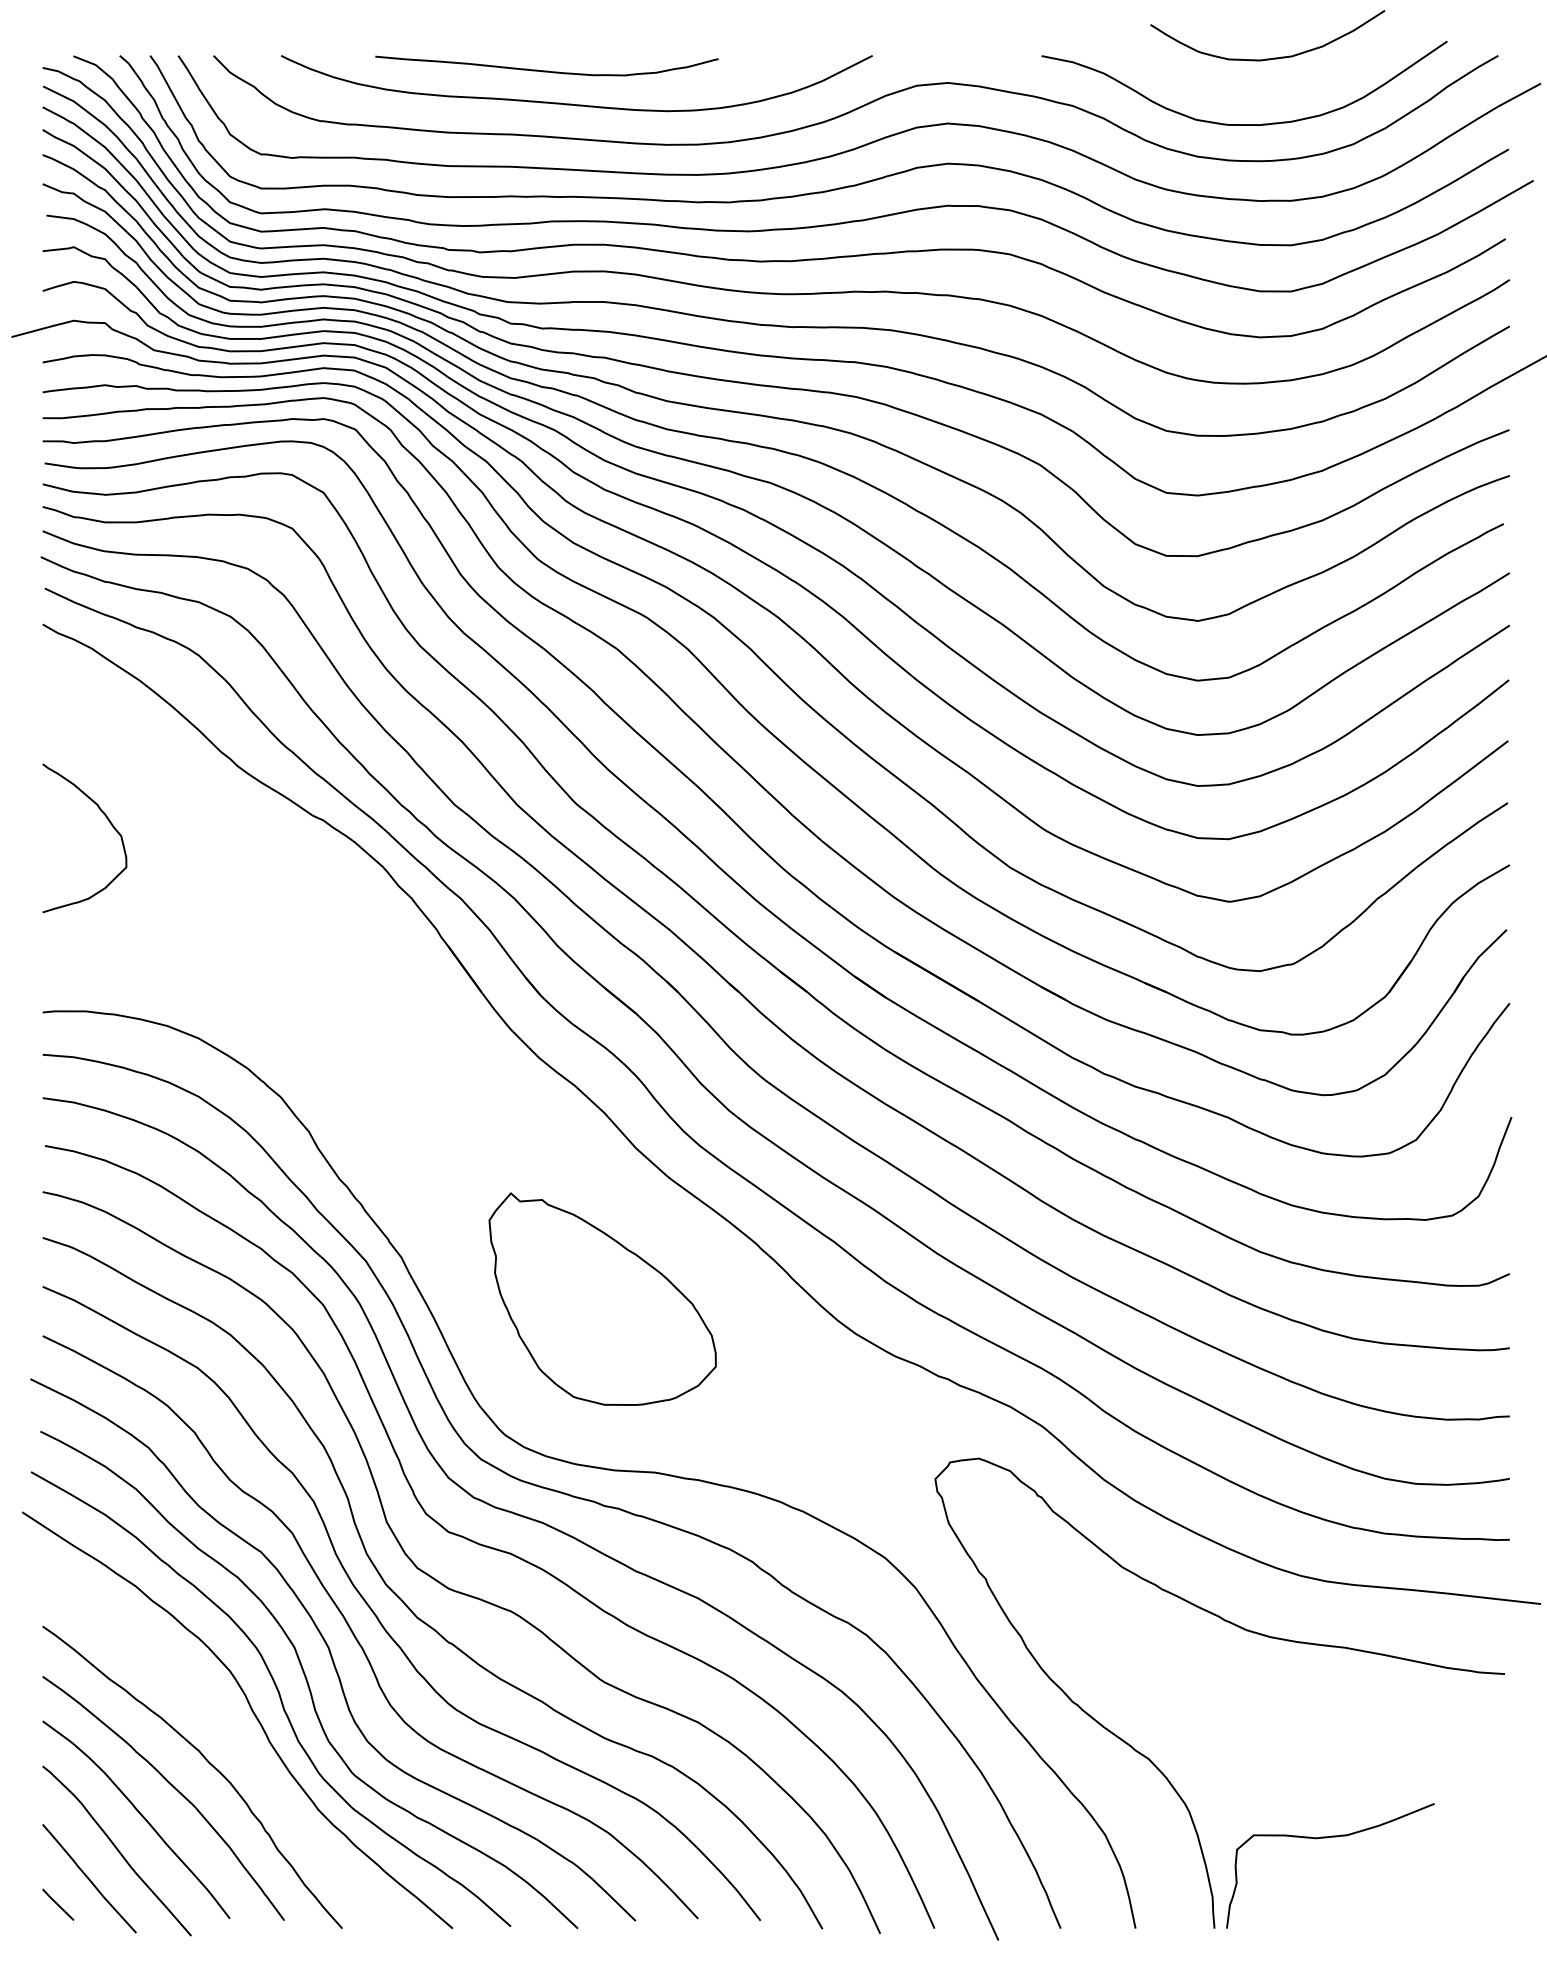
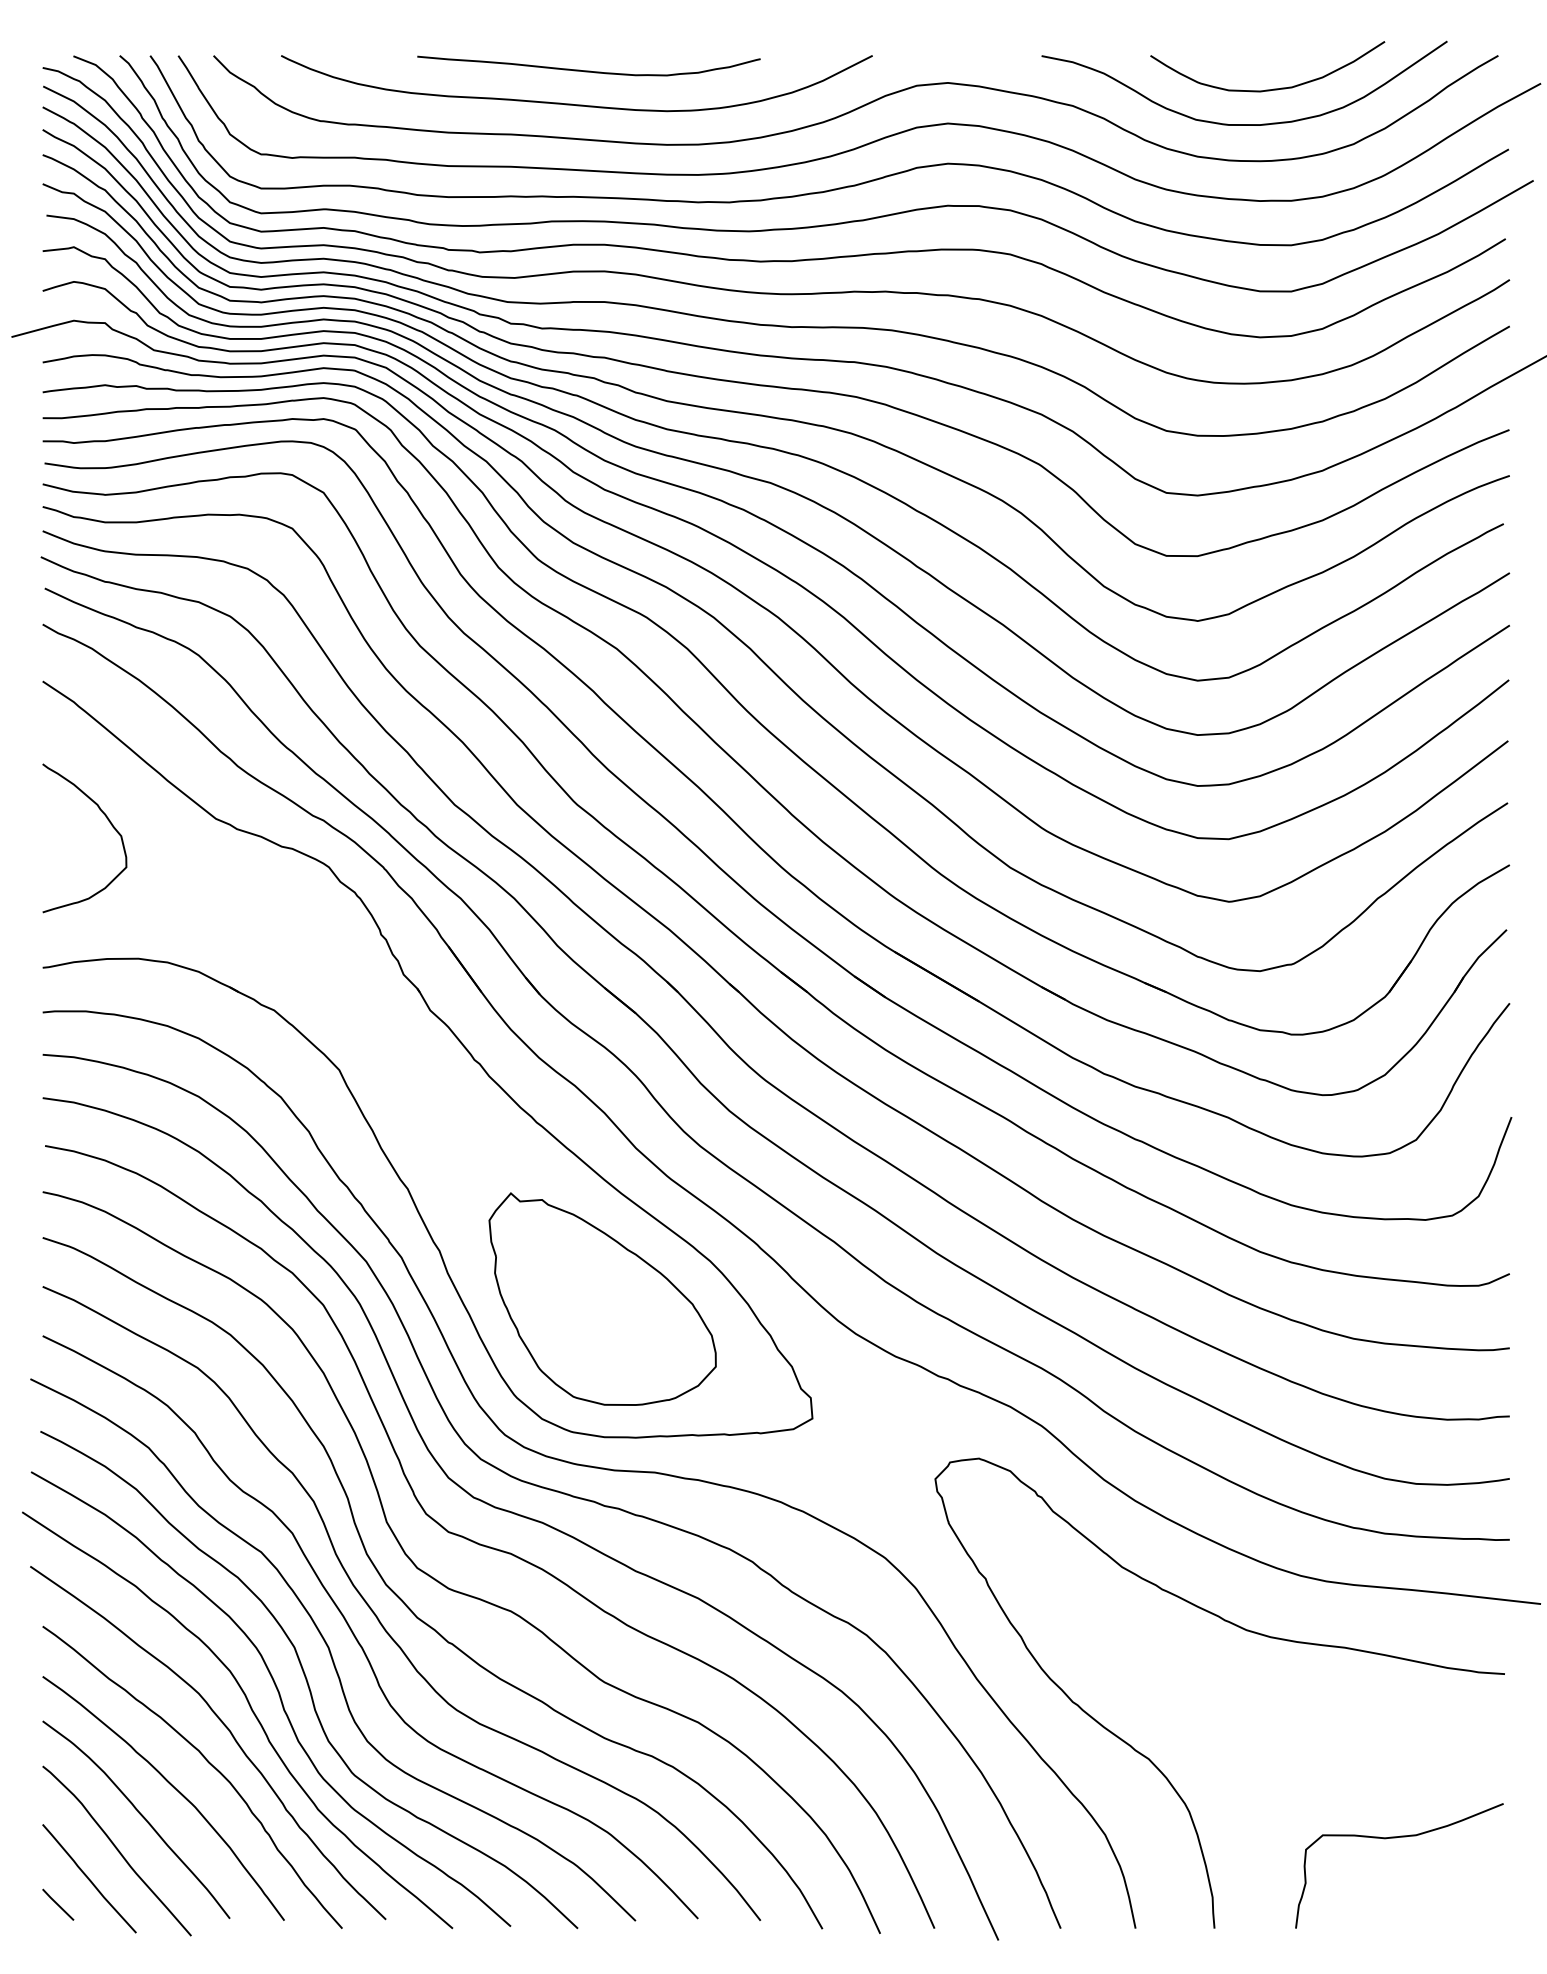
curve at (1273, 57) position: (1273, 57) -> (1273, 88)
curve at (546, 70) position: (546, 70) -> (588, 70)
part at (454, 1036): none -> present
curve at (224, 1726): none -> present
curve at (1327, 1838) position: (1327, 1838) -> (1396, 1838)
